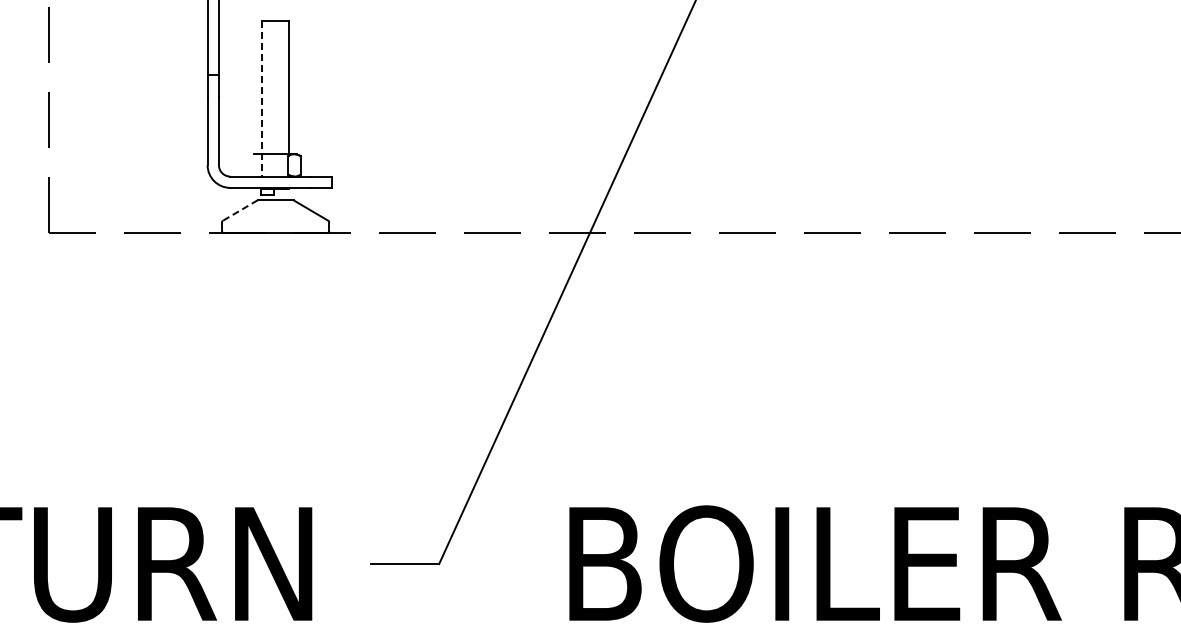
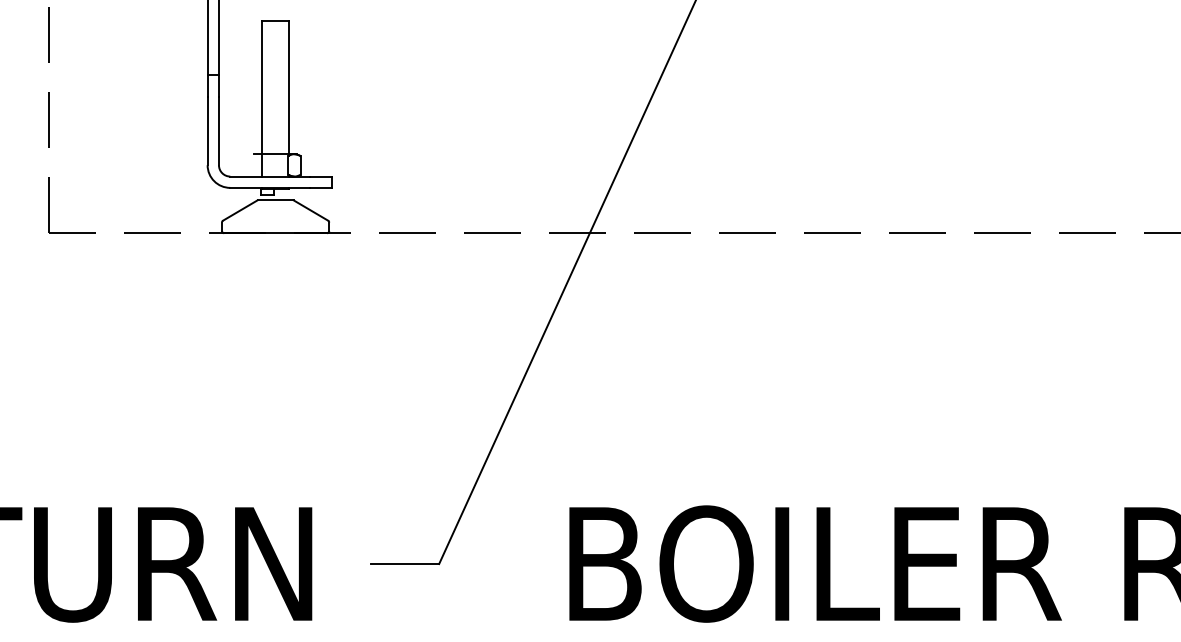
line at (262, 98): dashed -> solid
line at (240, 210): dashed -> solid
